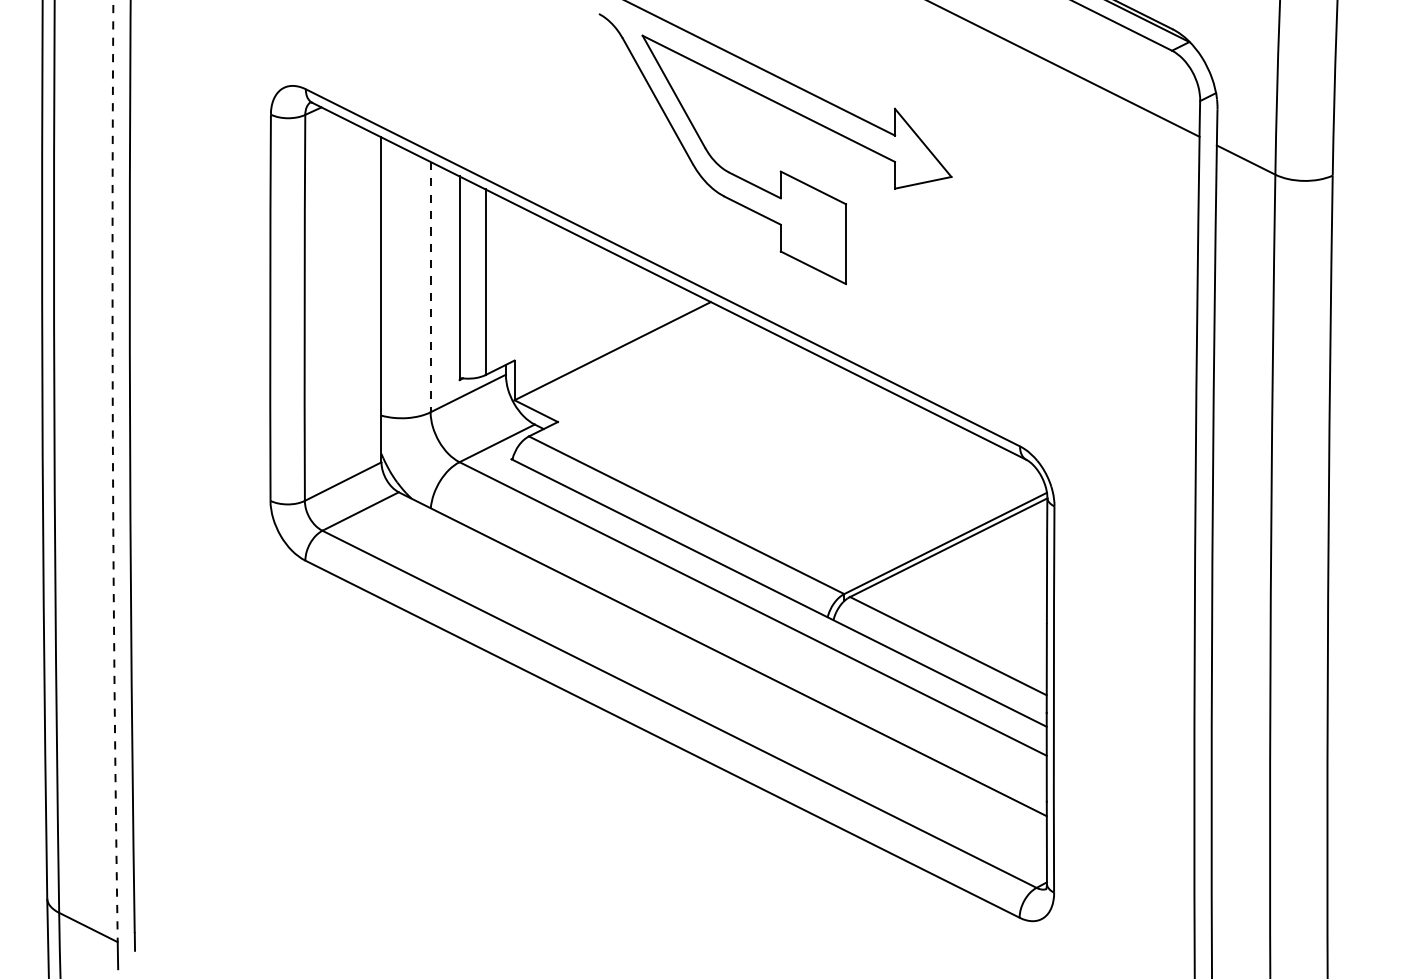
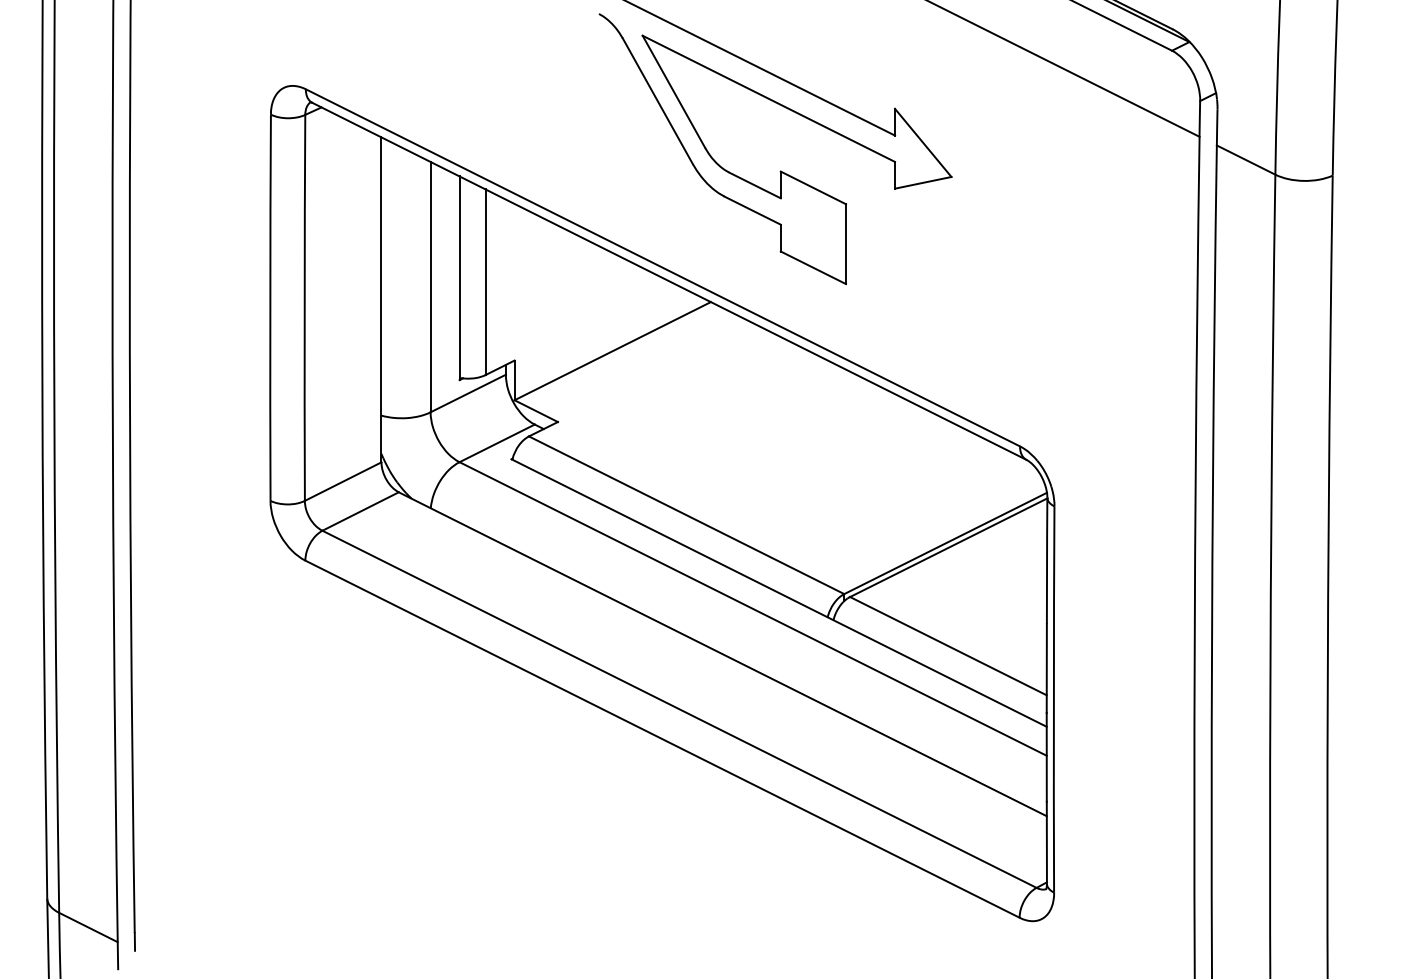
line at (430, 287): dashed -> solid
arc at (113, 471): dashed -> solid
